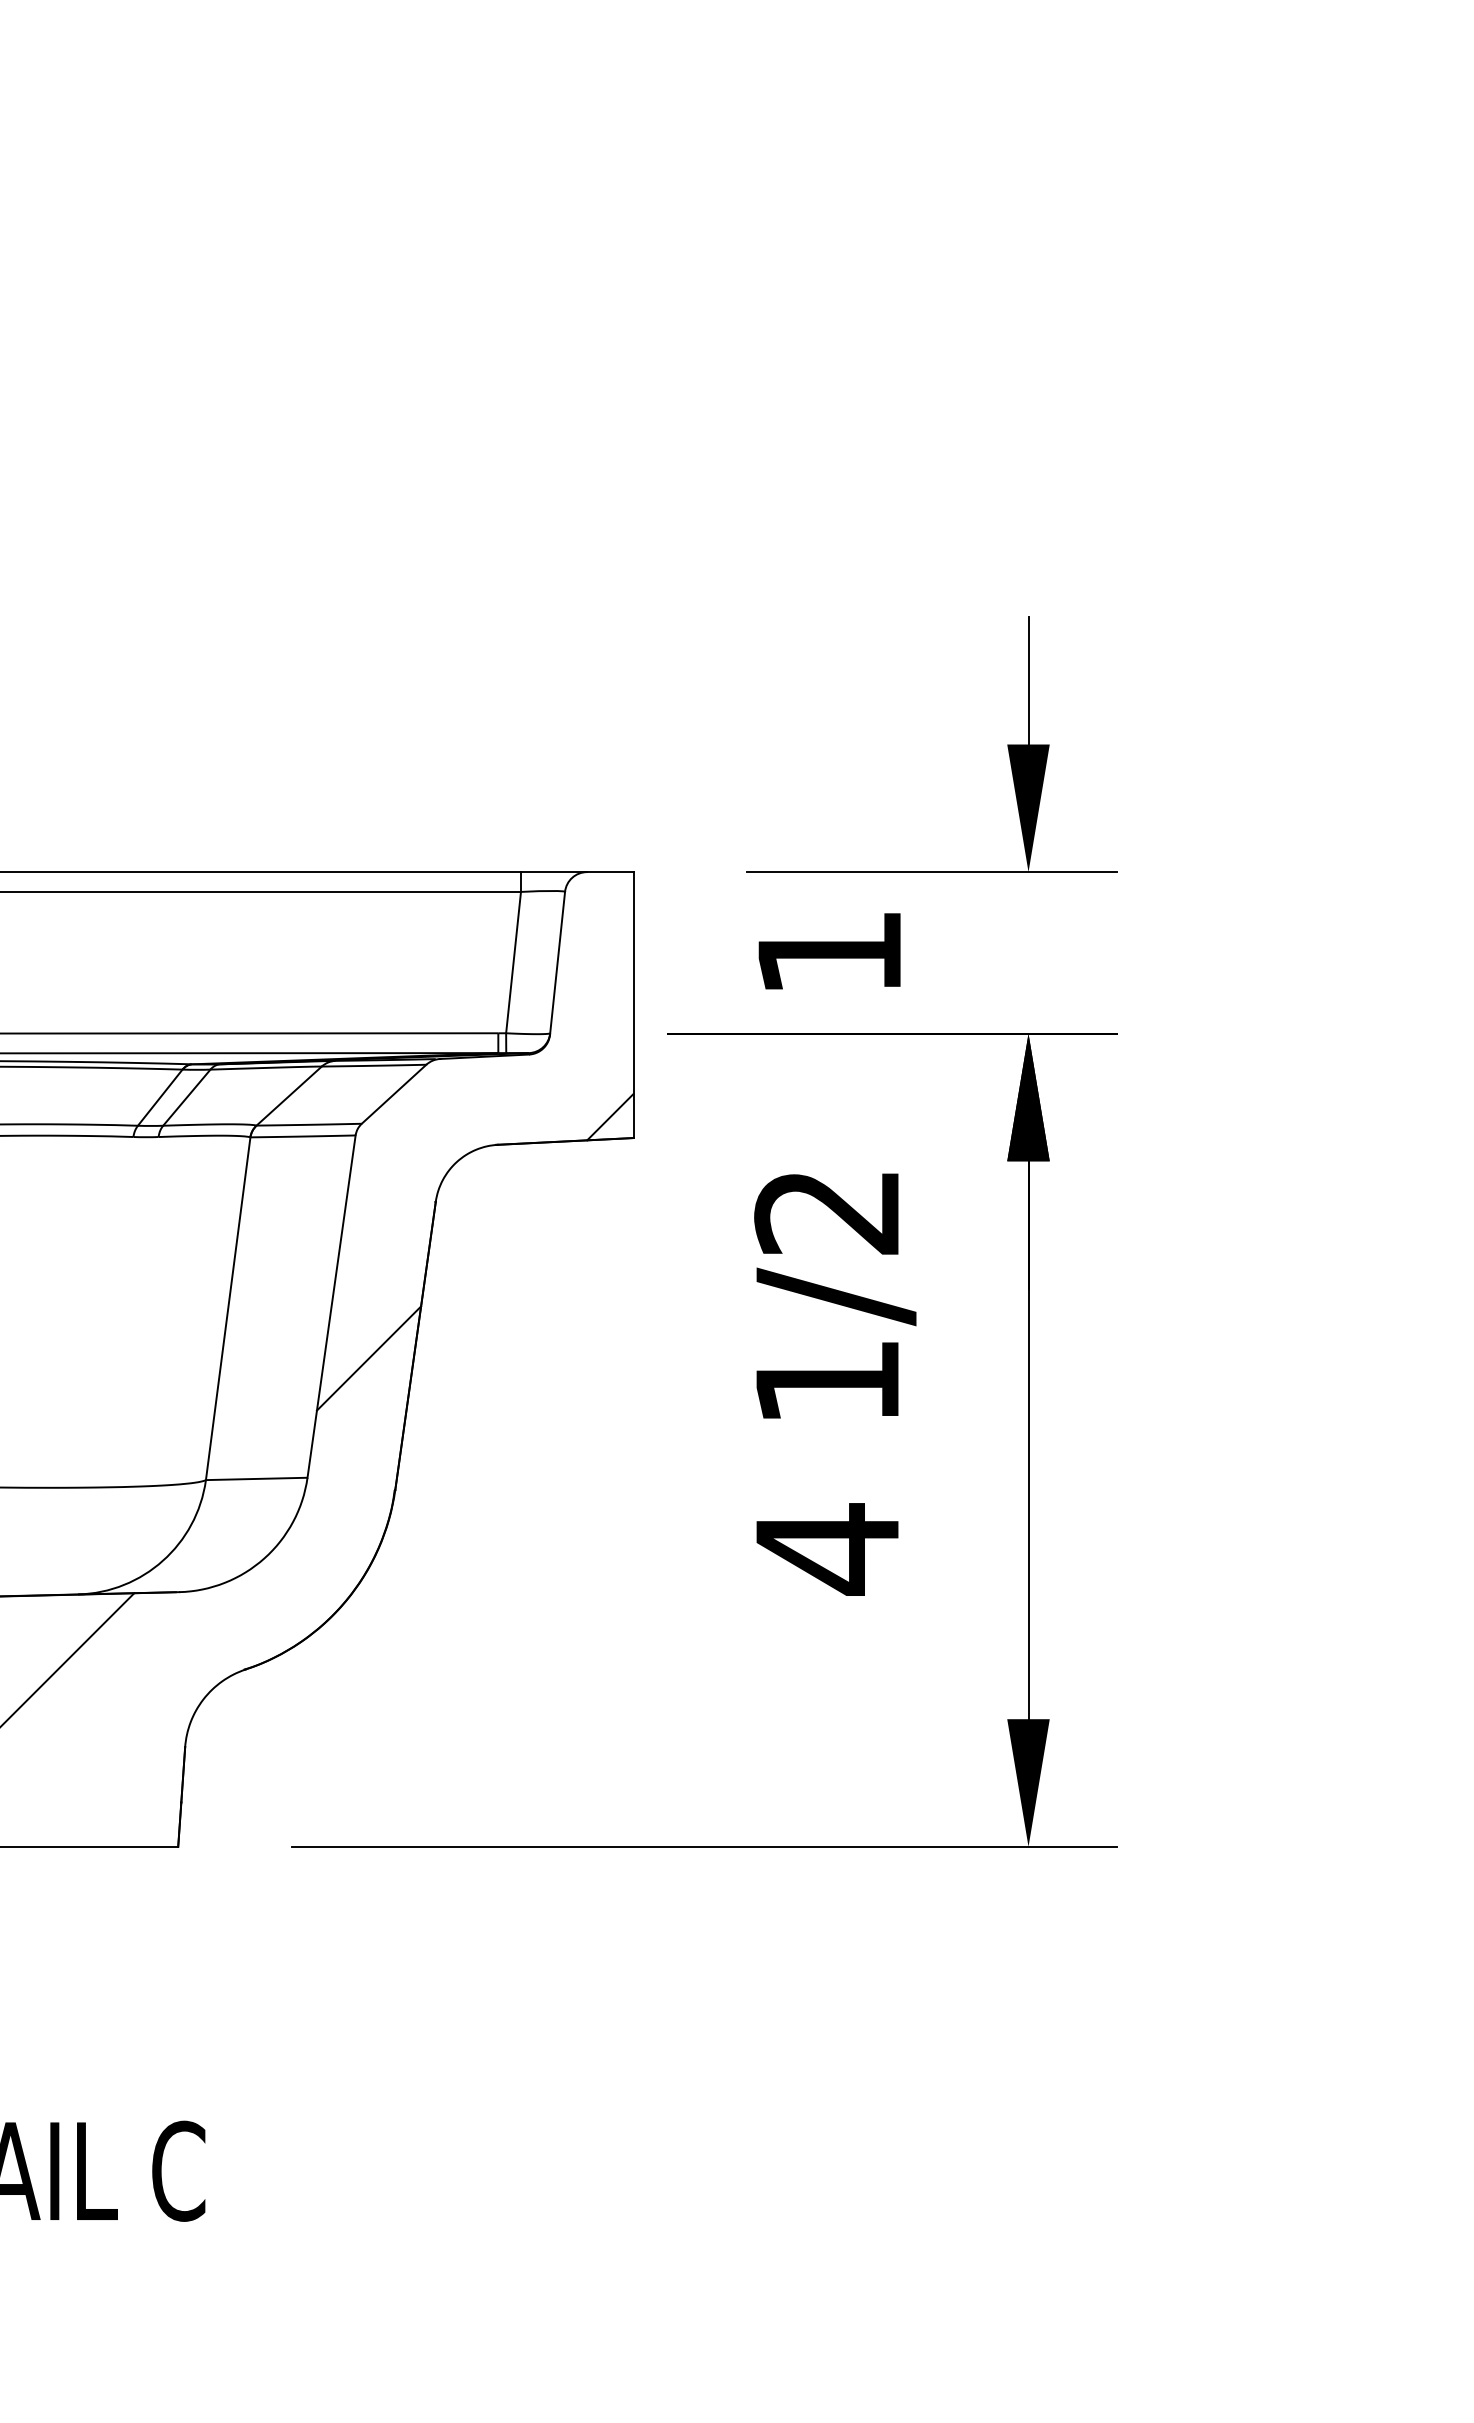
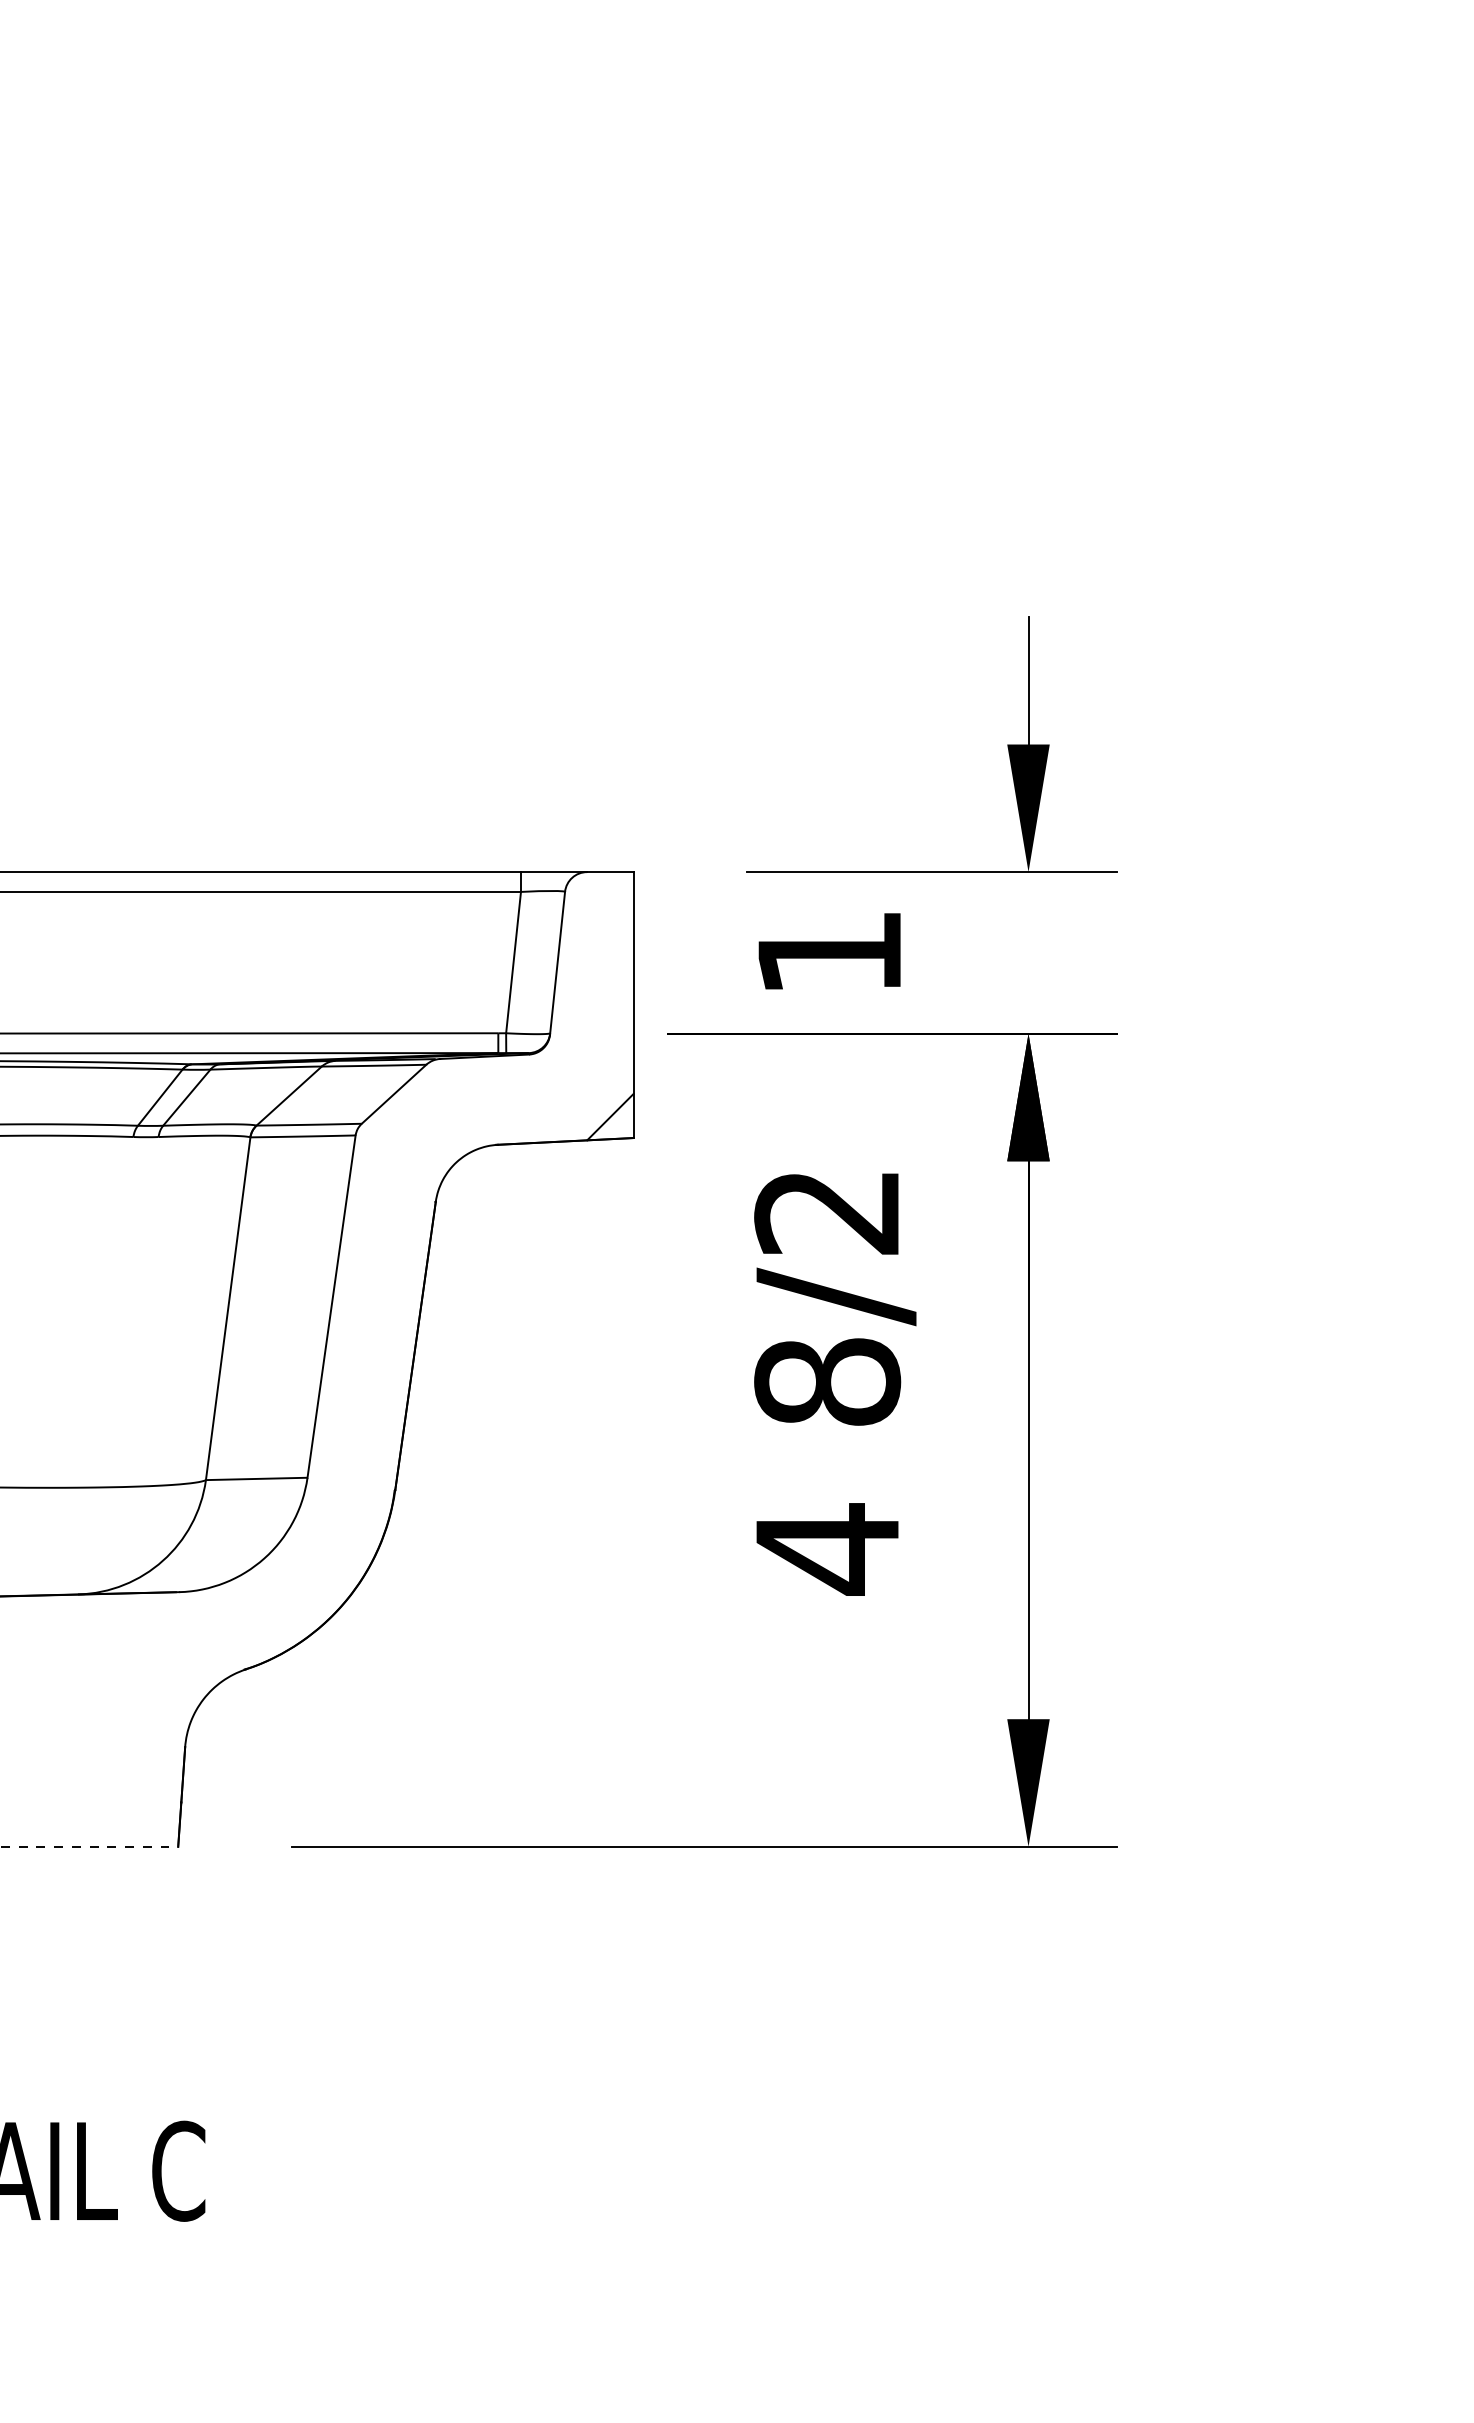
line at (368, 1358): present -> none
text at (827, 1381): 1/2 -> 8/2
line at (68, 1658): present -> none
line at (89, 1846): solid -> dashed
